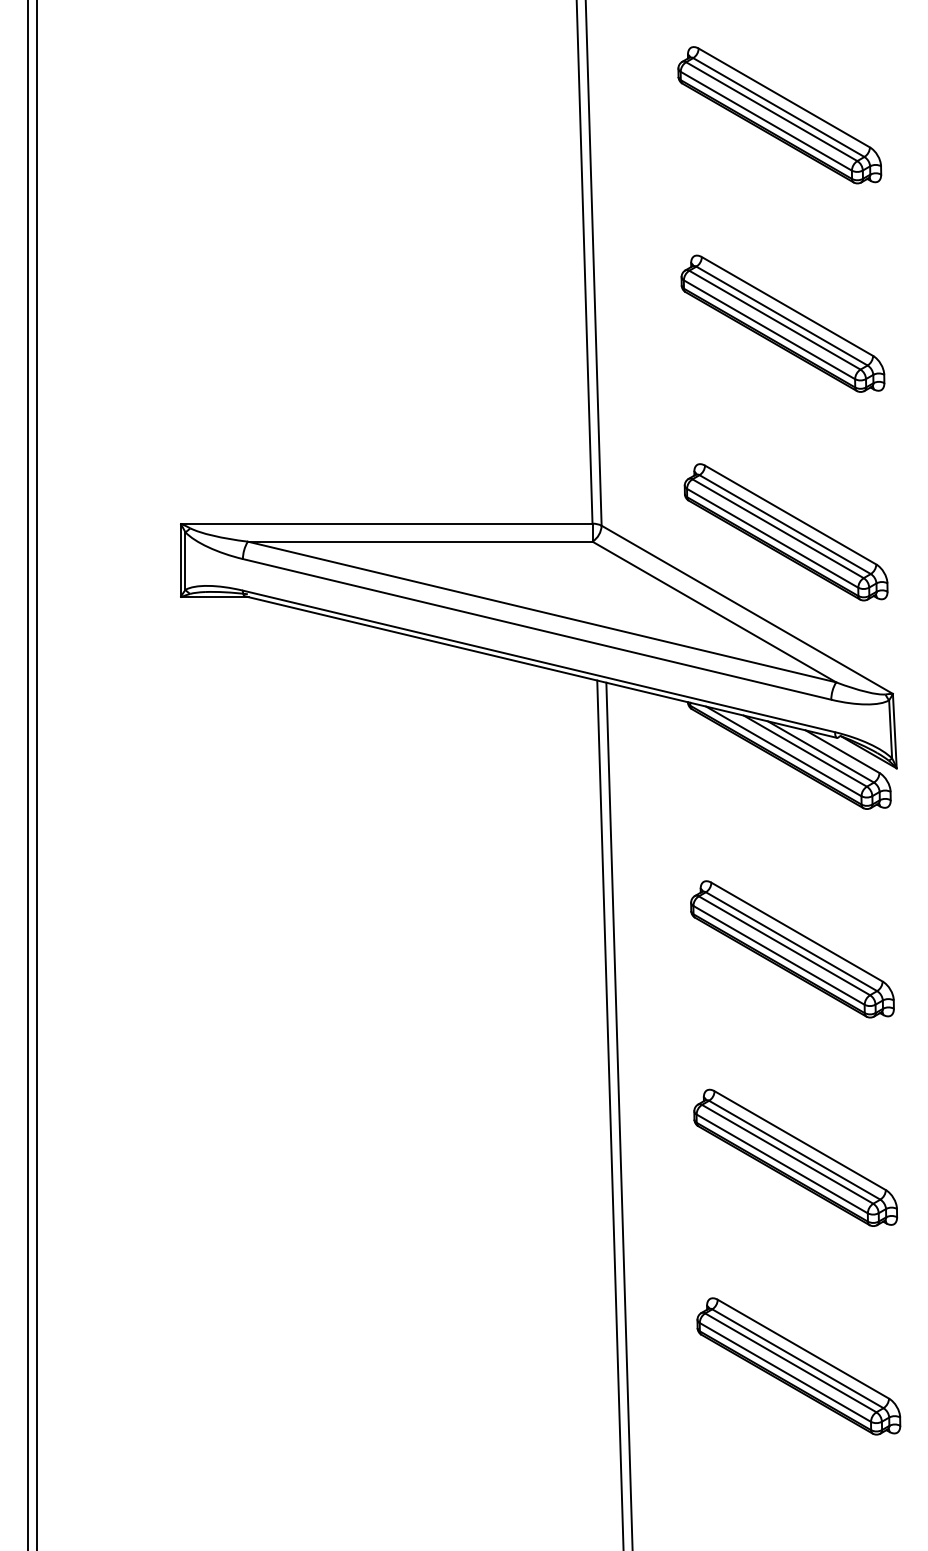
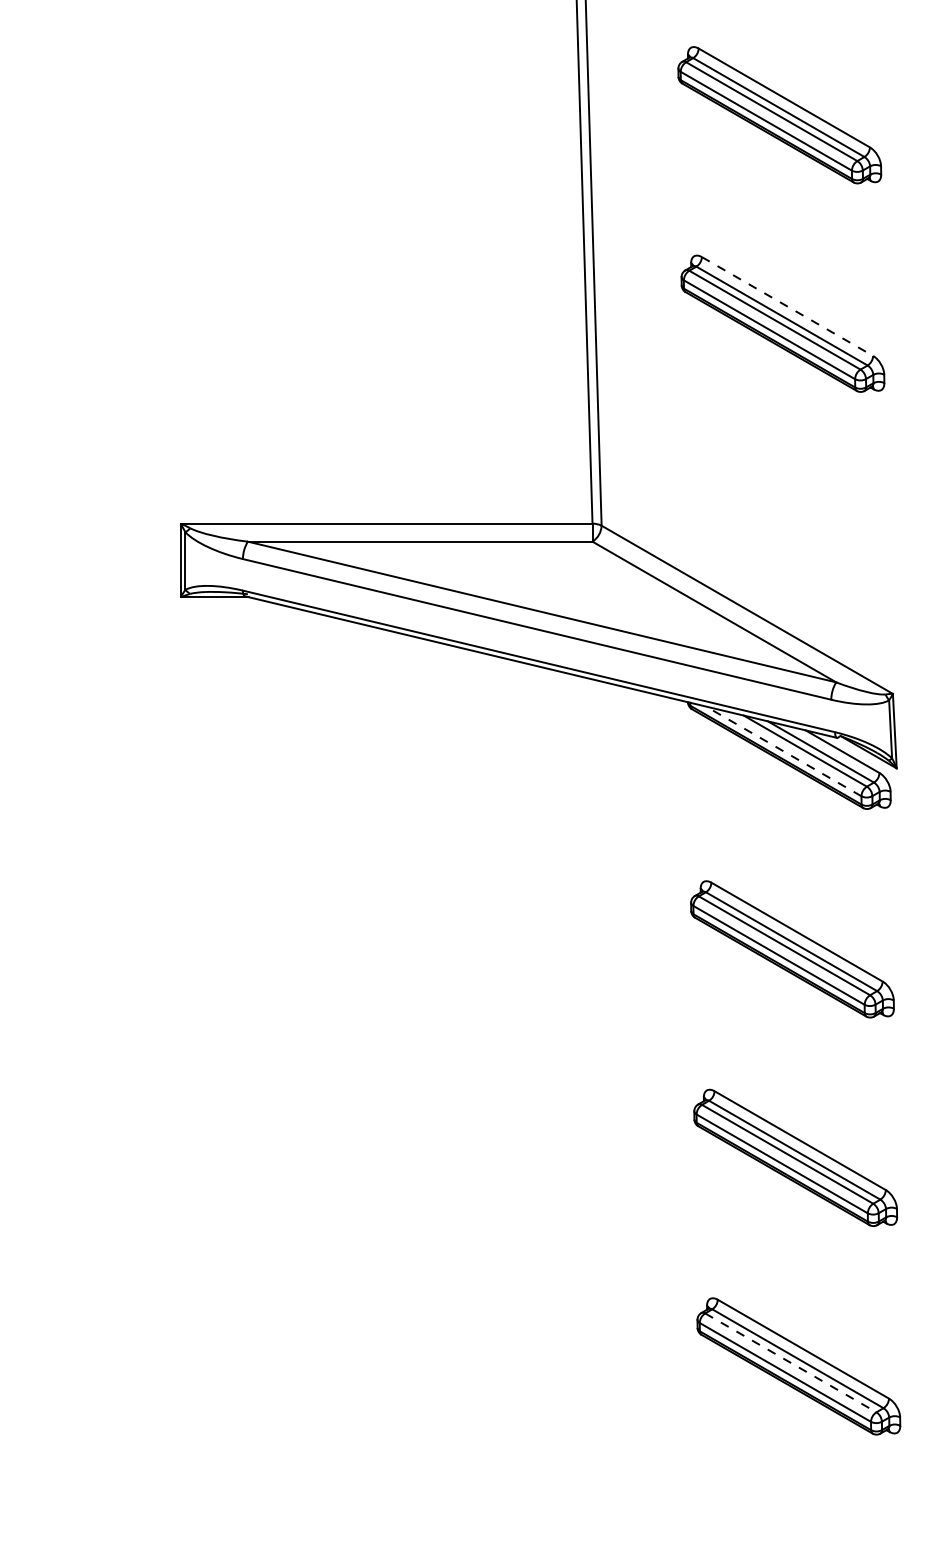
line at (787, 306): solid -> dashed
part at (785, 532): present -> none
line at (783, 751): solid -> dashed
line at (27, 774): present -> none
line at (36, 774): present -> none
line at (610, 1113): present -> none
line at (619, 1114): present -> none
line at (790, 1362): solid -> dashed
